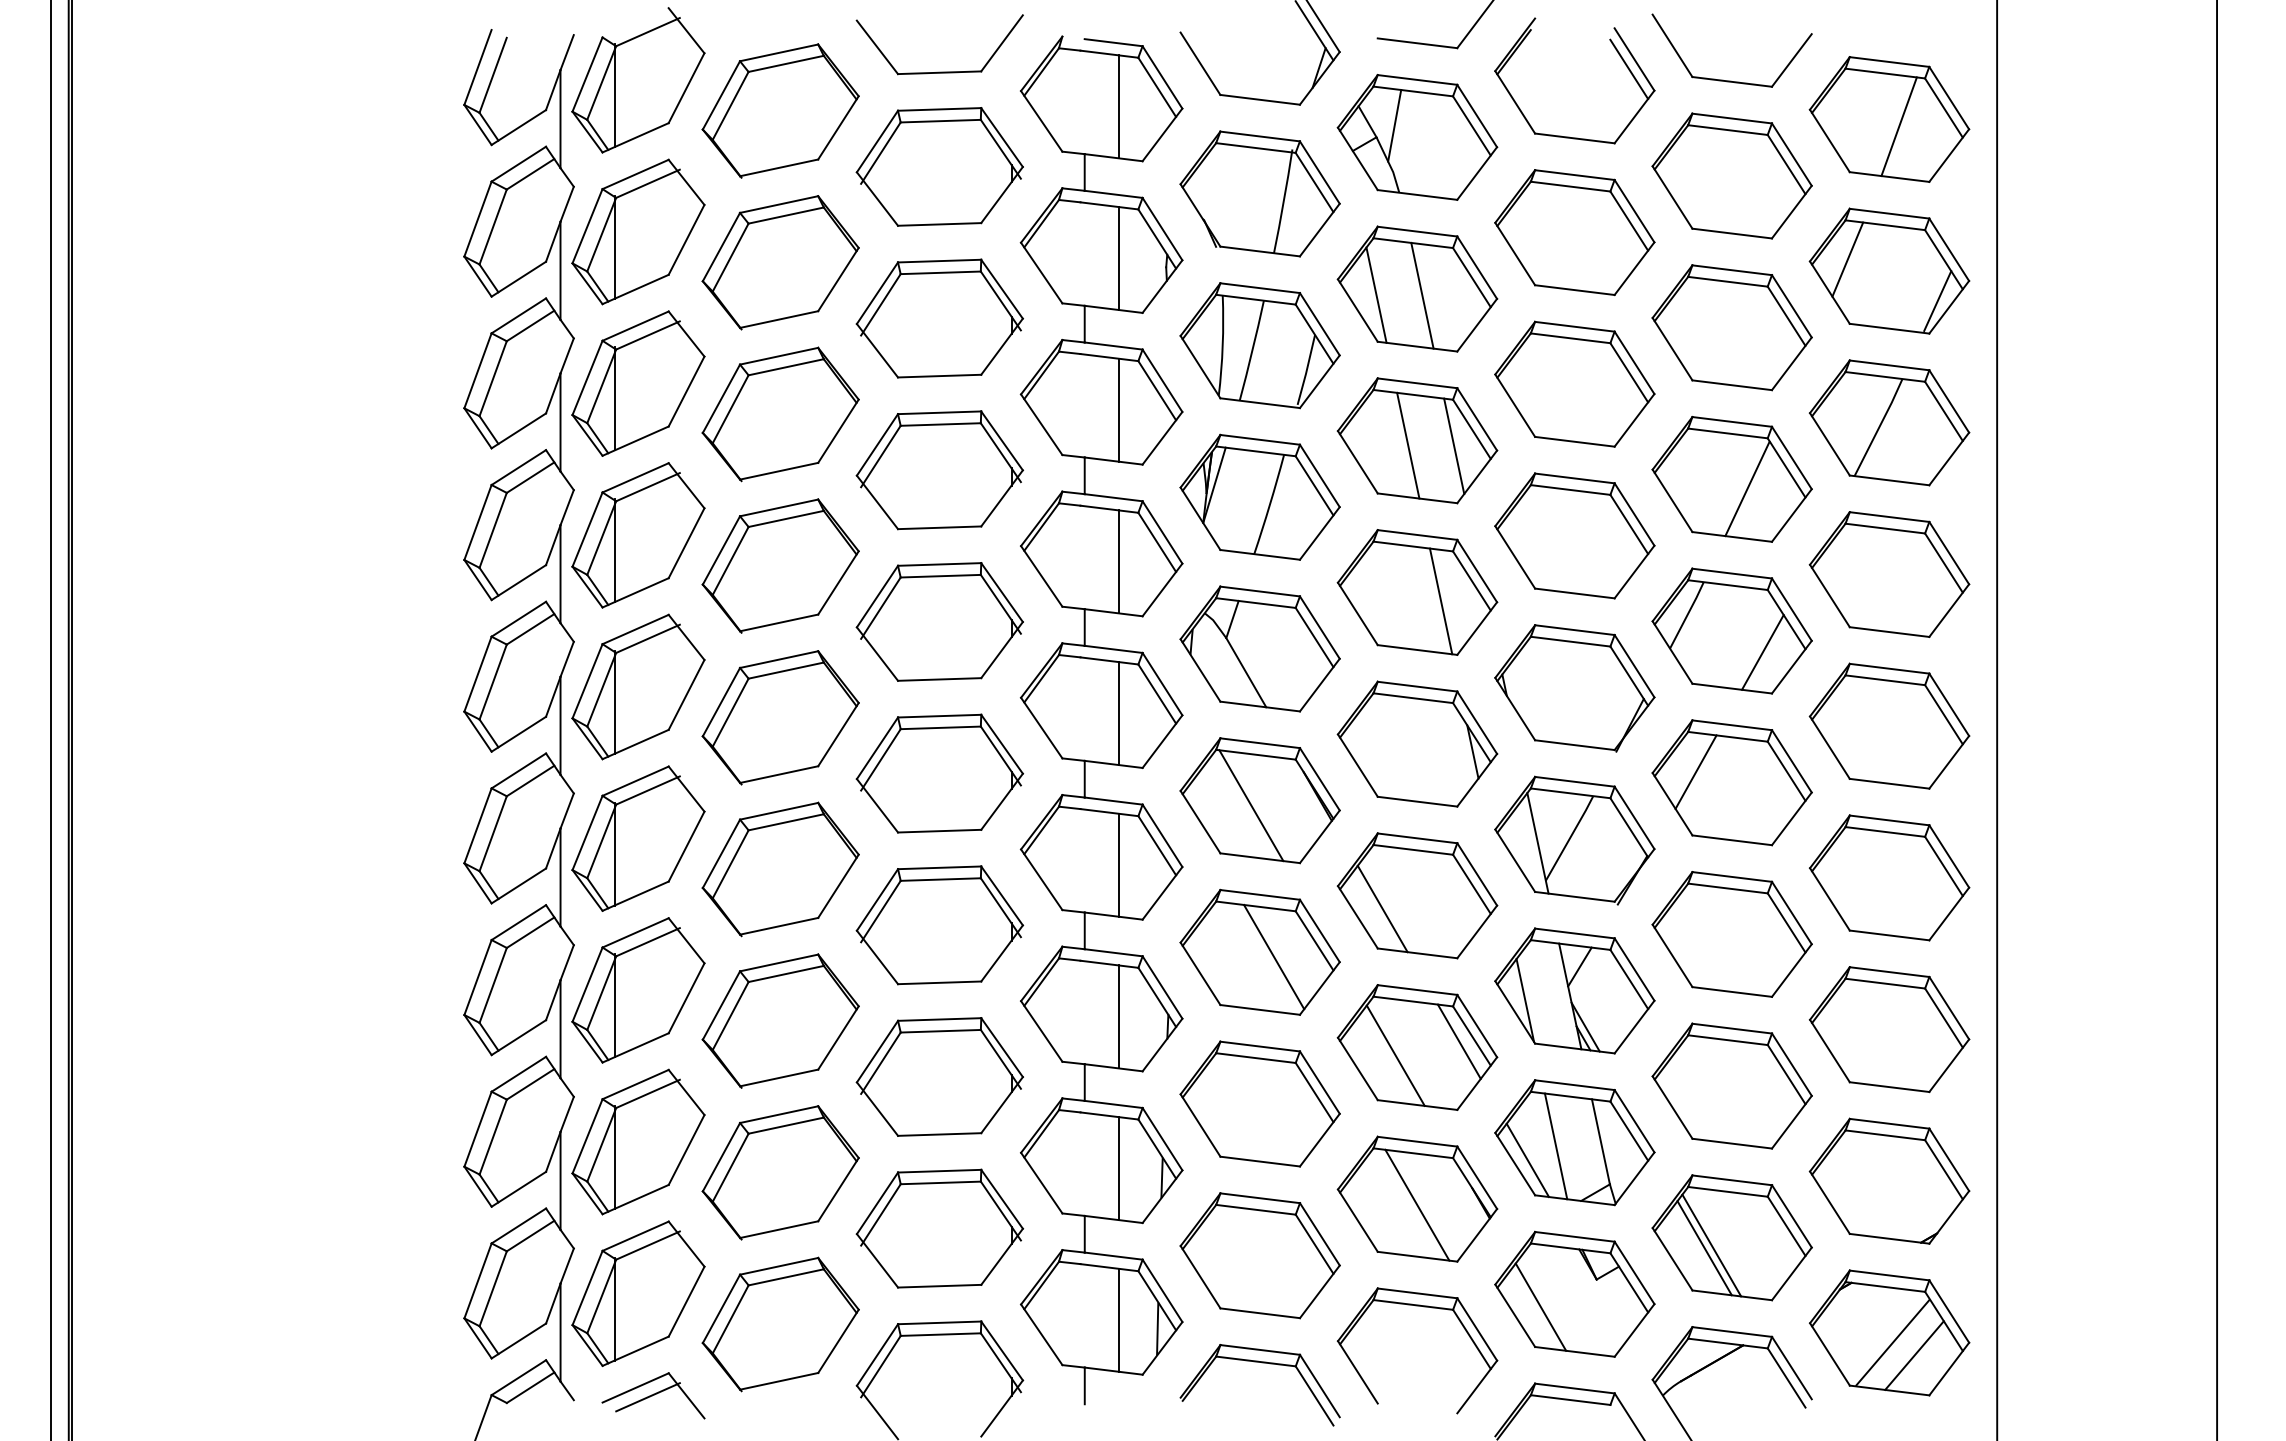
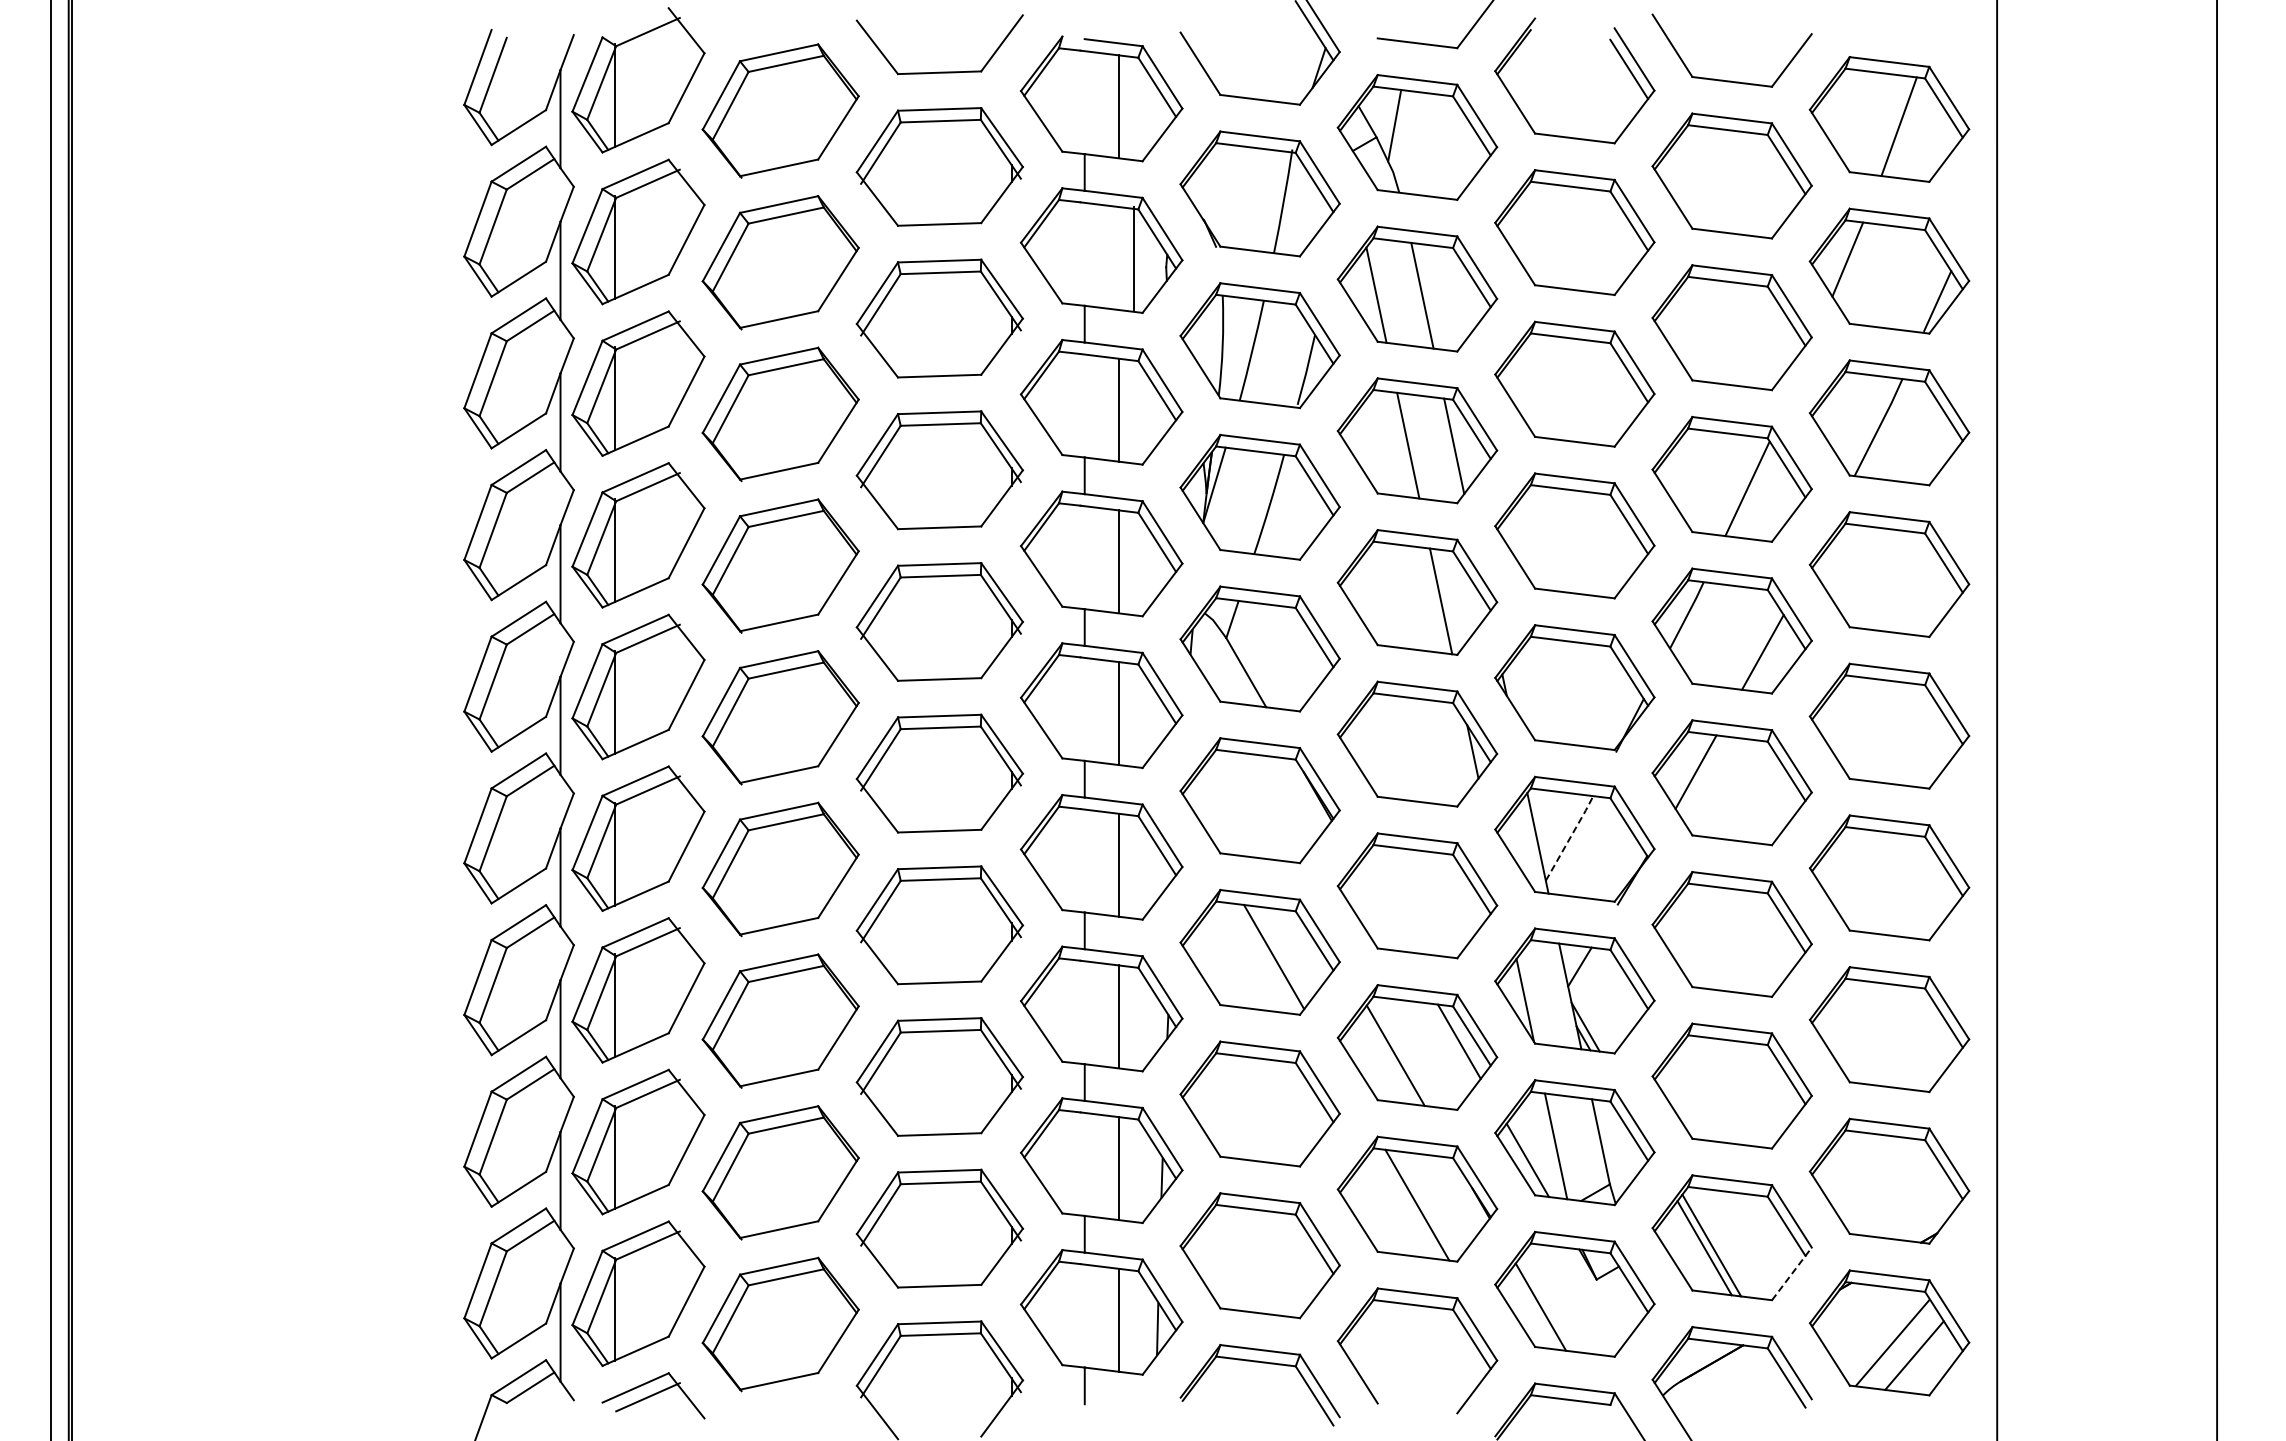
line at (1118, 258) position: (1118, 258) -> (1133, 258)
line at (1251, 805): present -> none
line at (1570, 837): solid -> dashed
line at (1382, 908): present -> none
line at (1791, 1273): solid -> dashed
